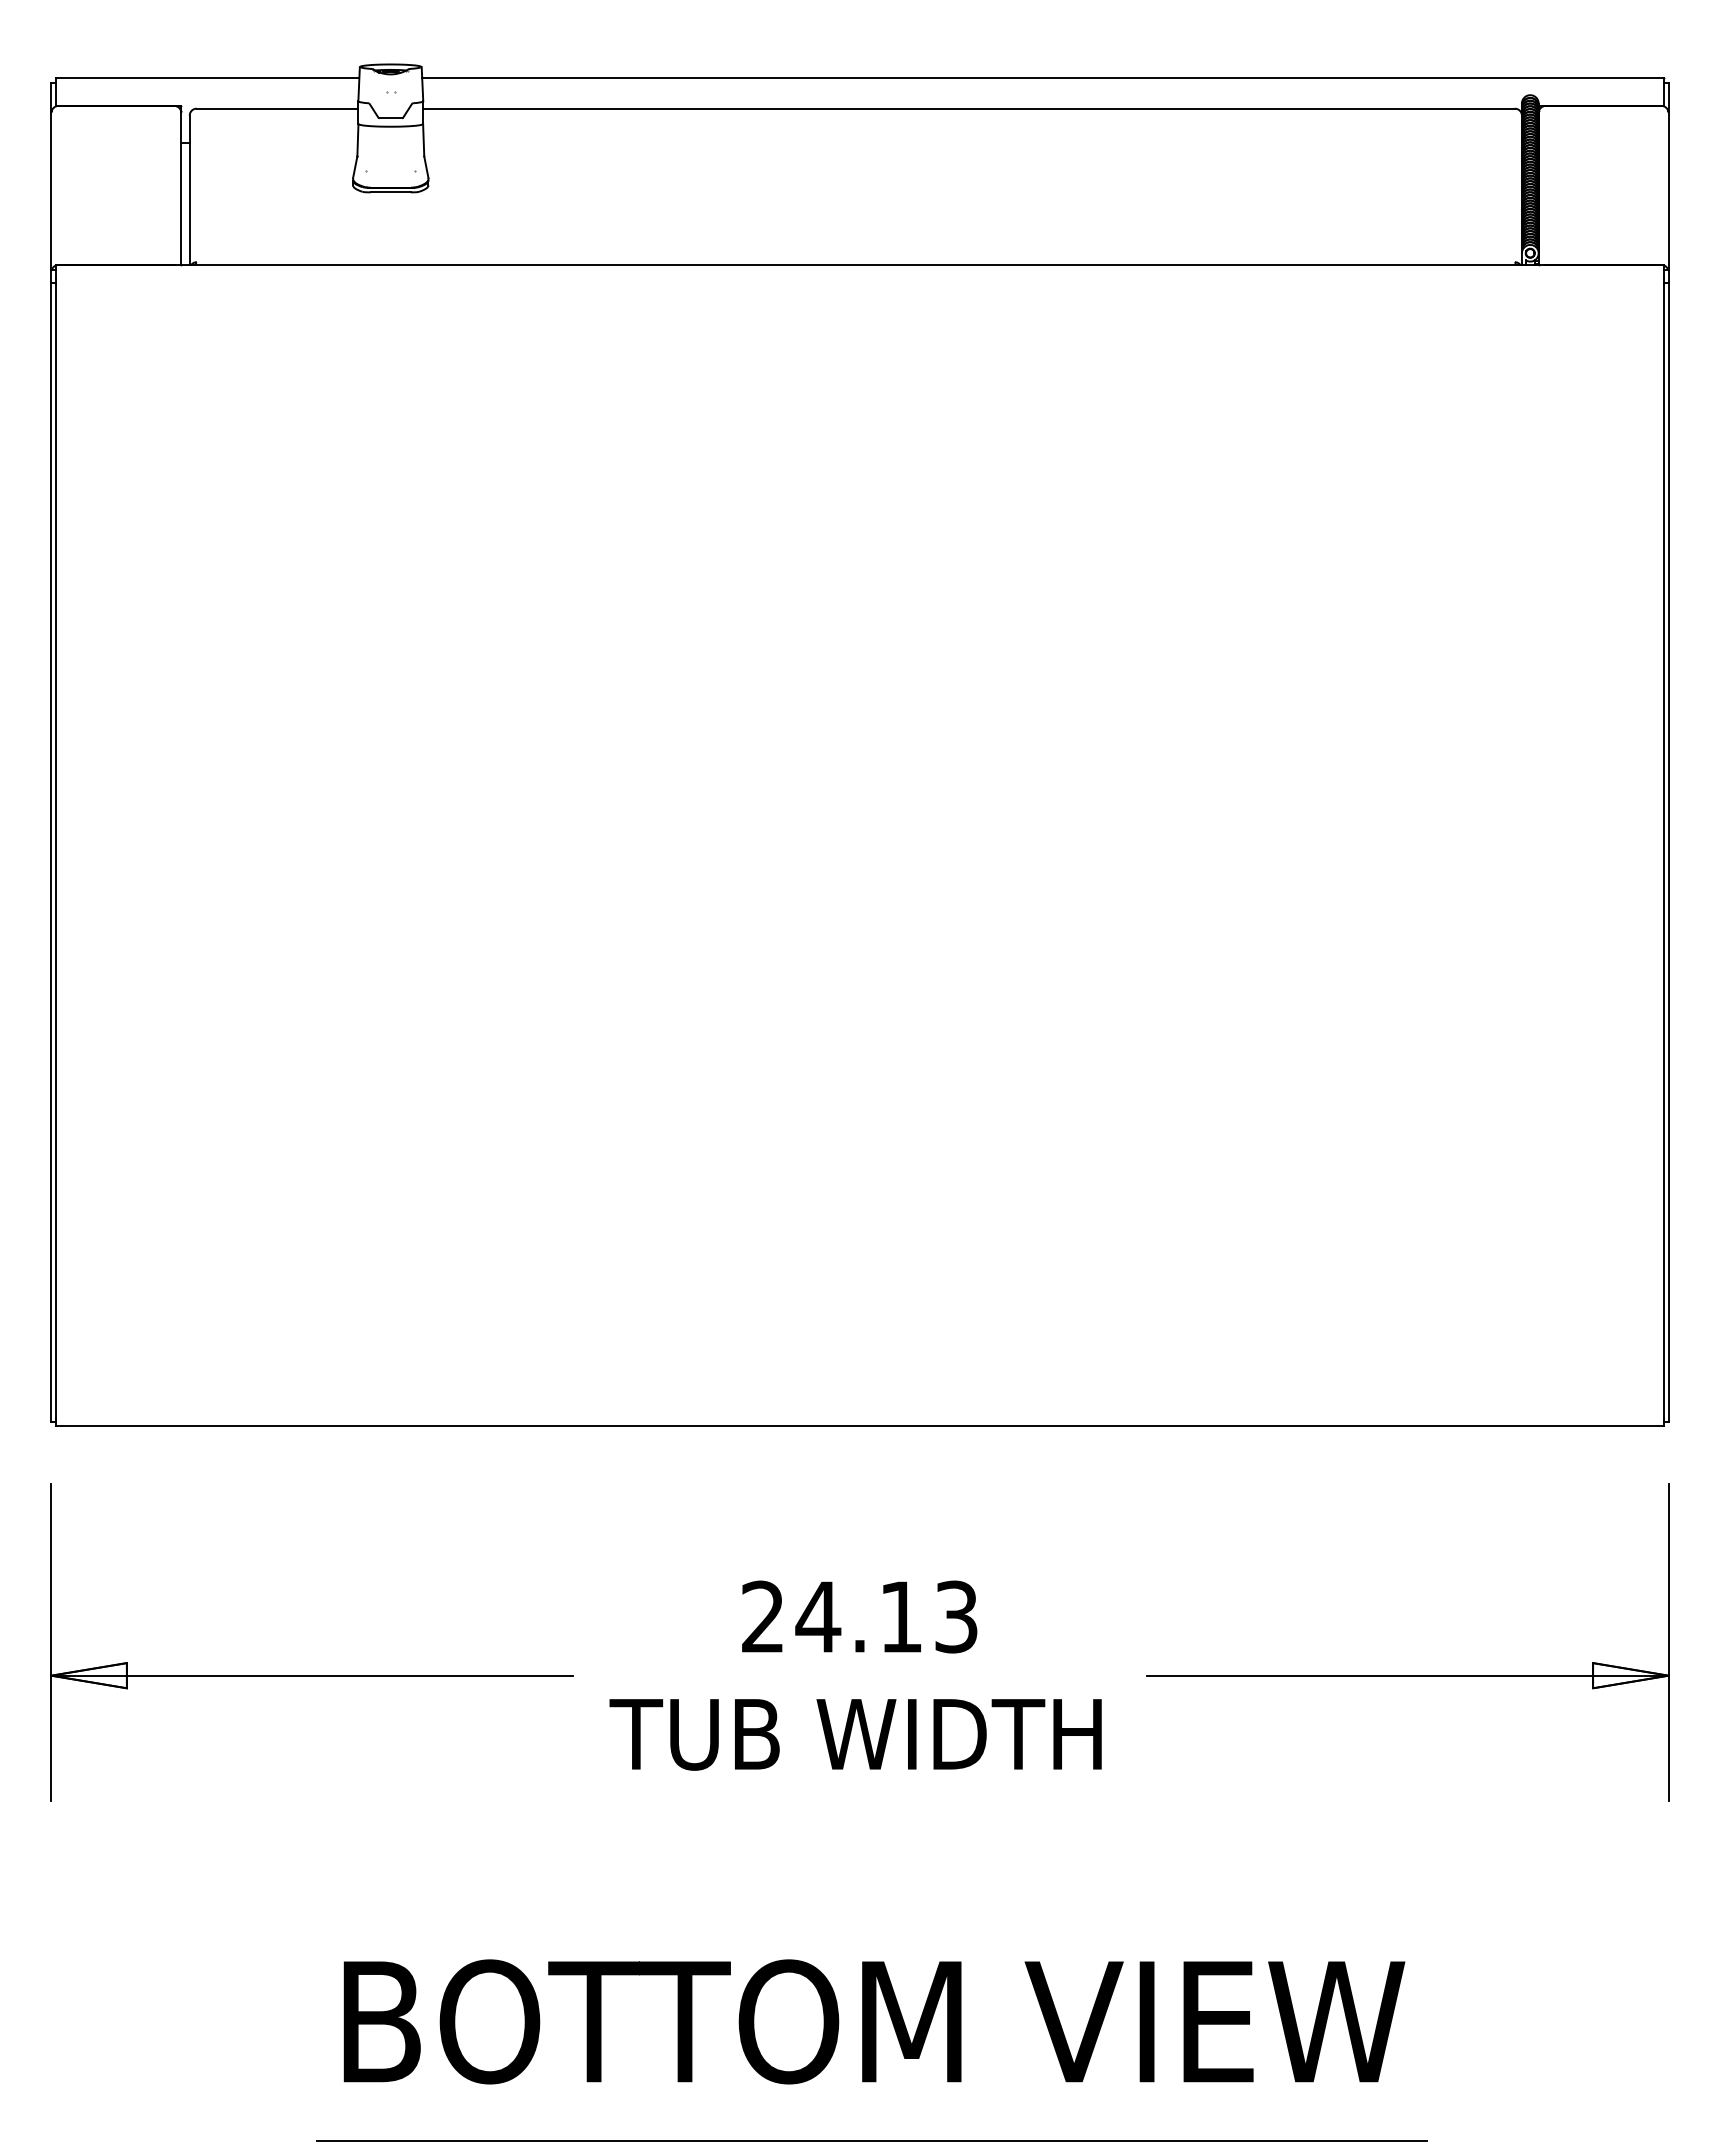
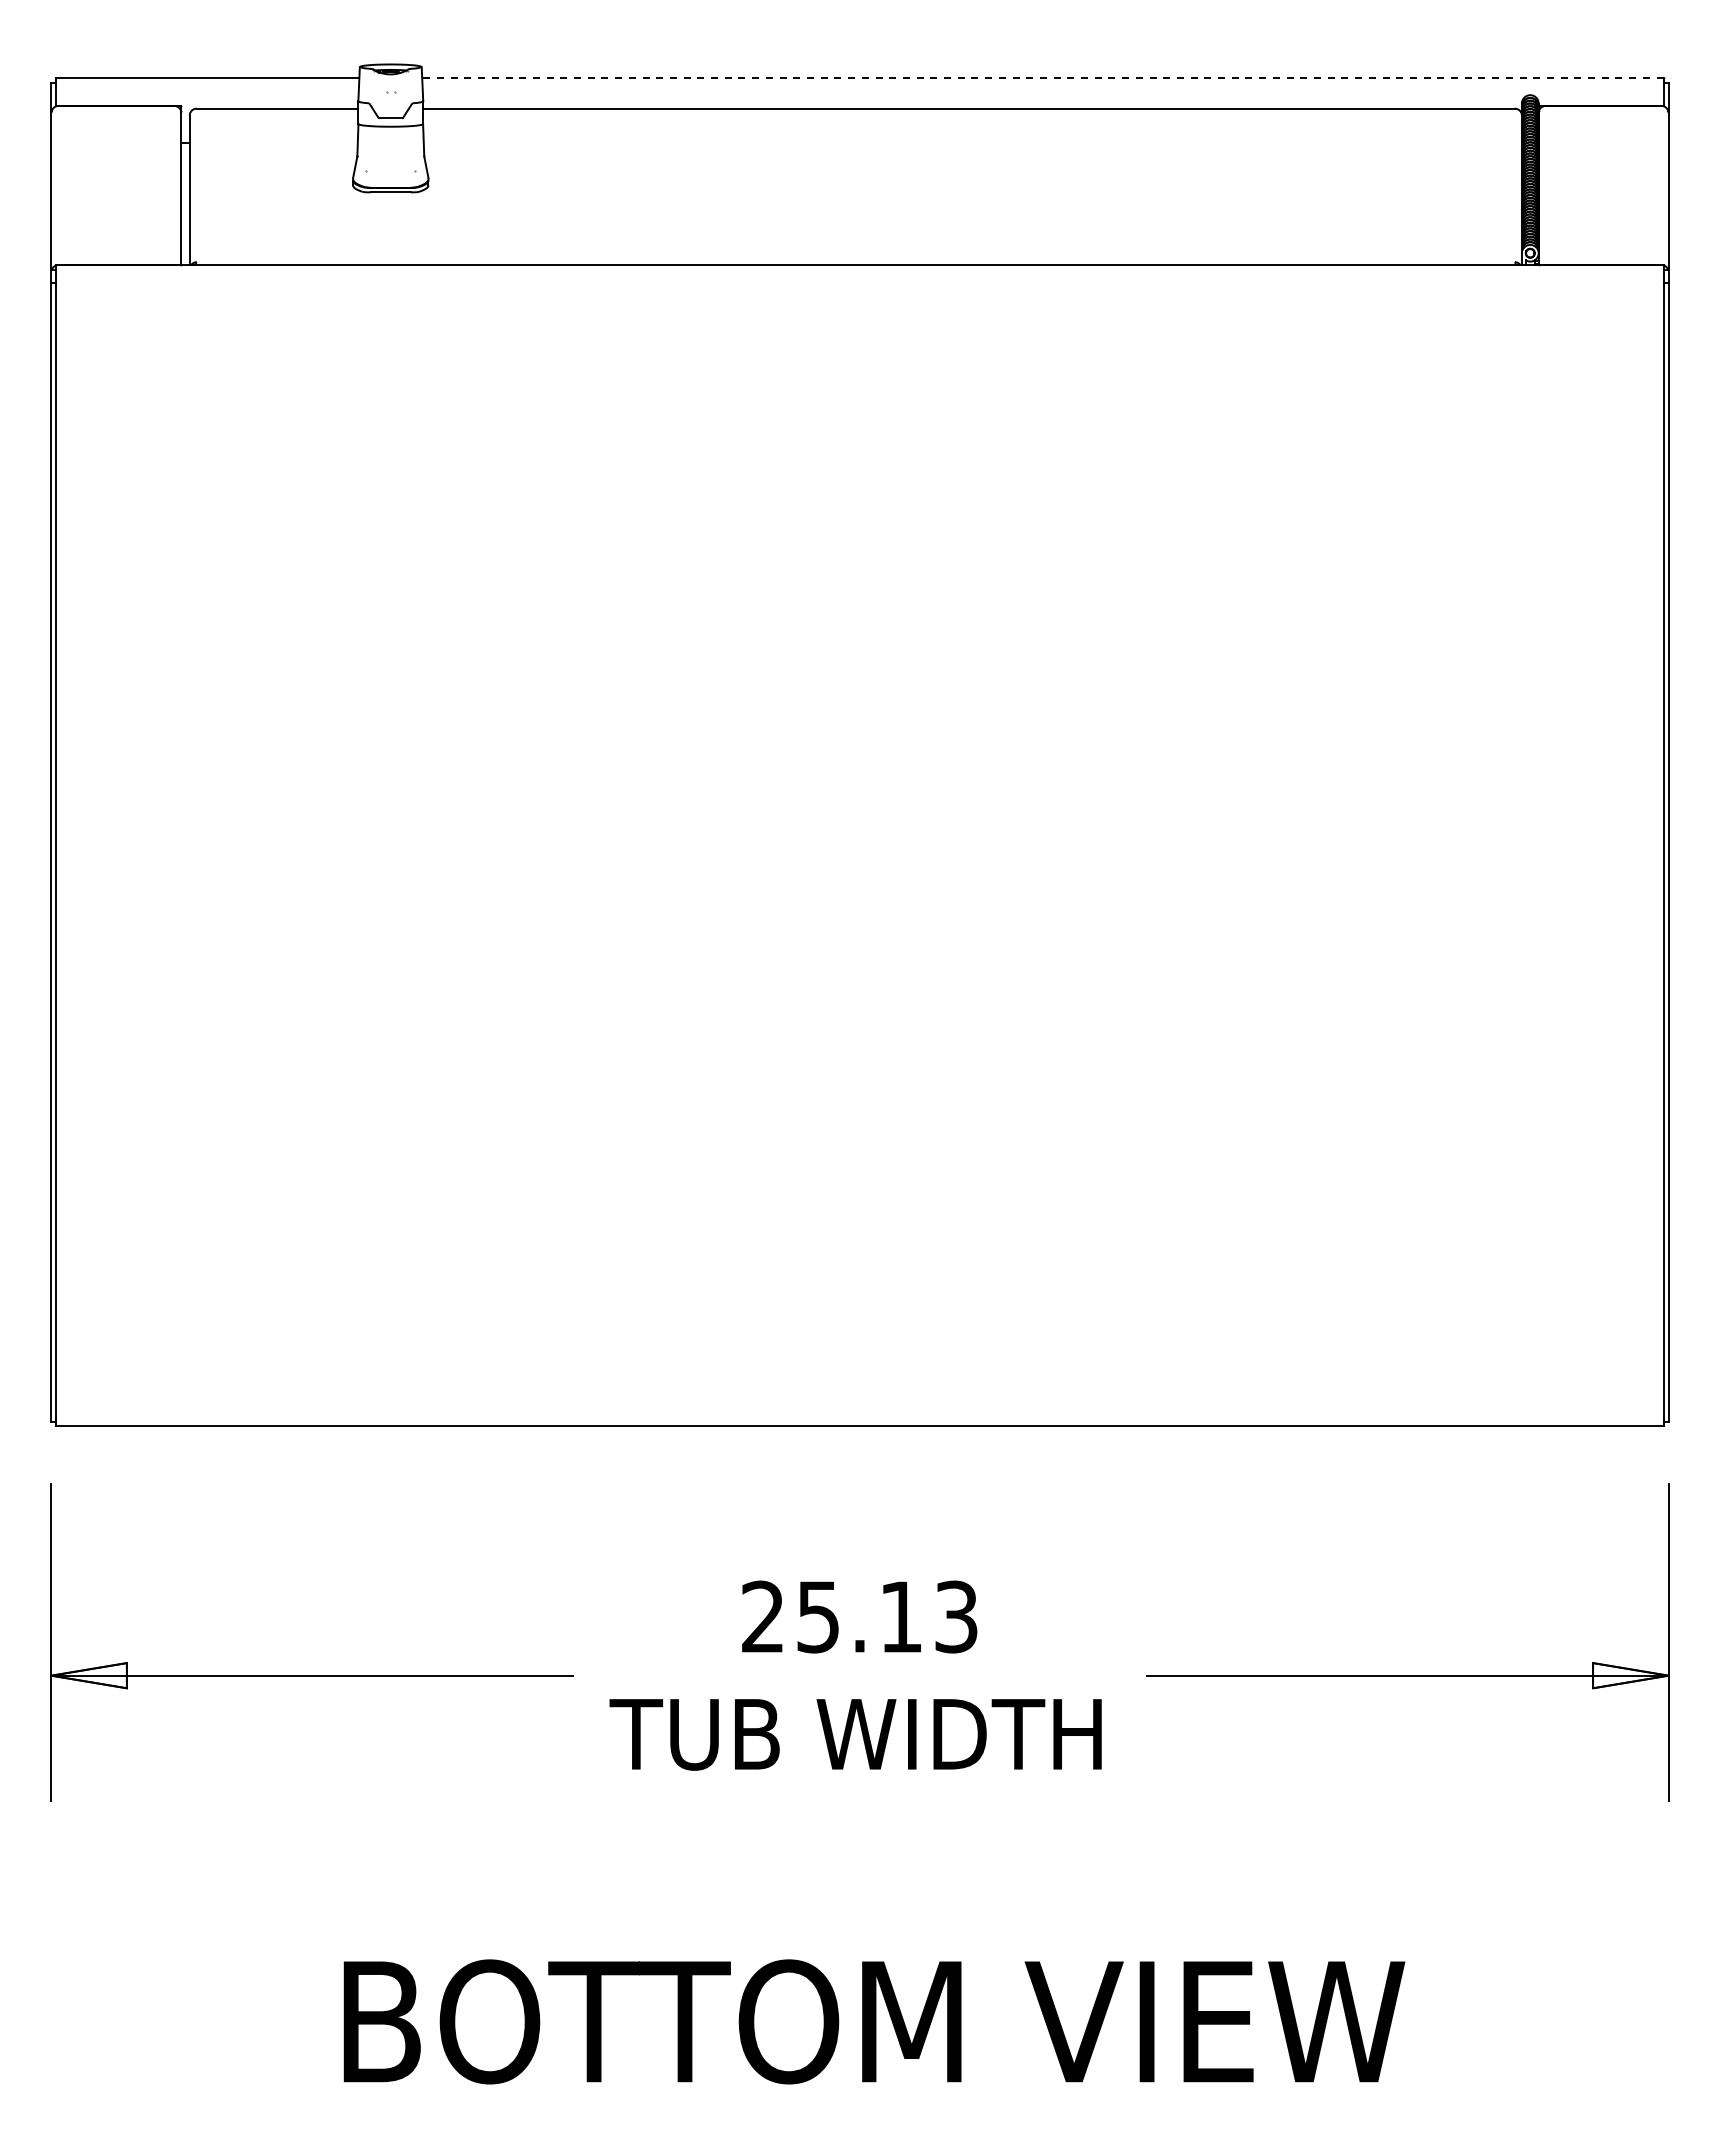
line at (1042, 78): solid -> dashed
text at (818, 1617): 24.13 -> 25.13
line at (871, 2141): present -> none
